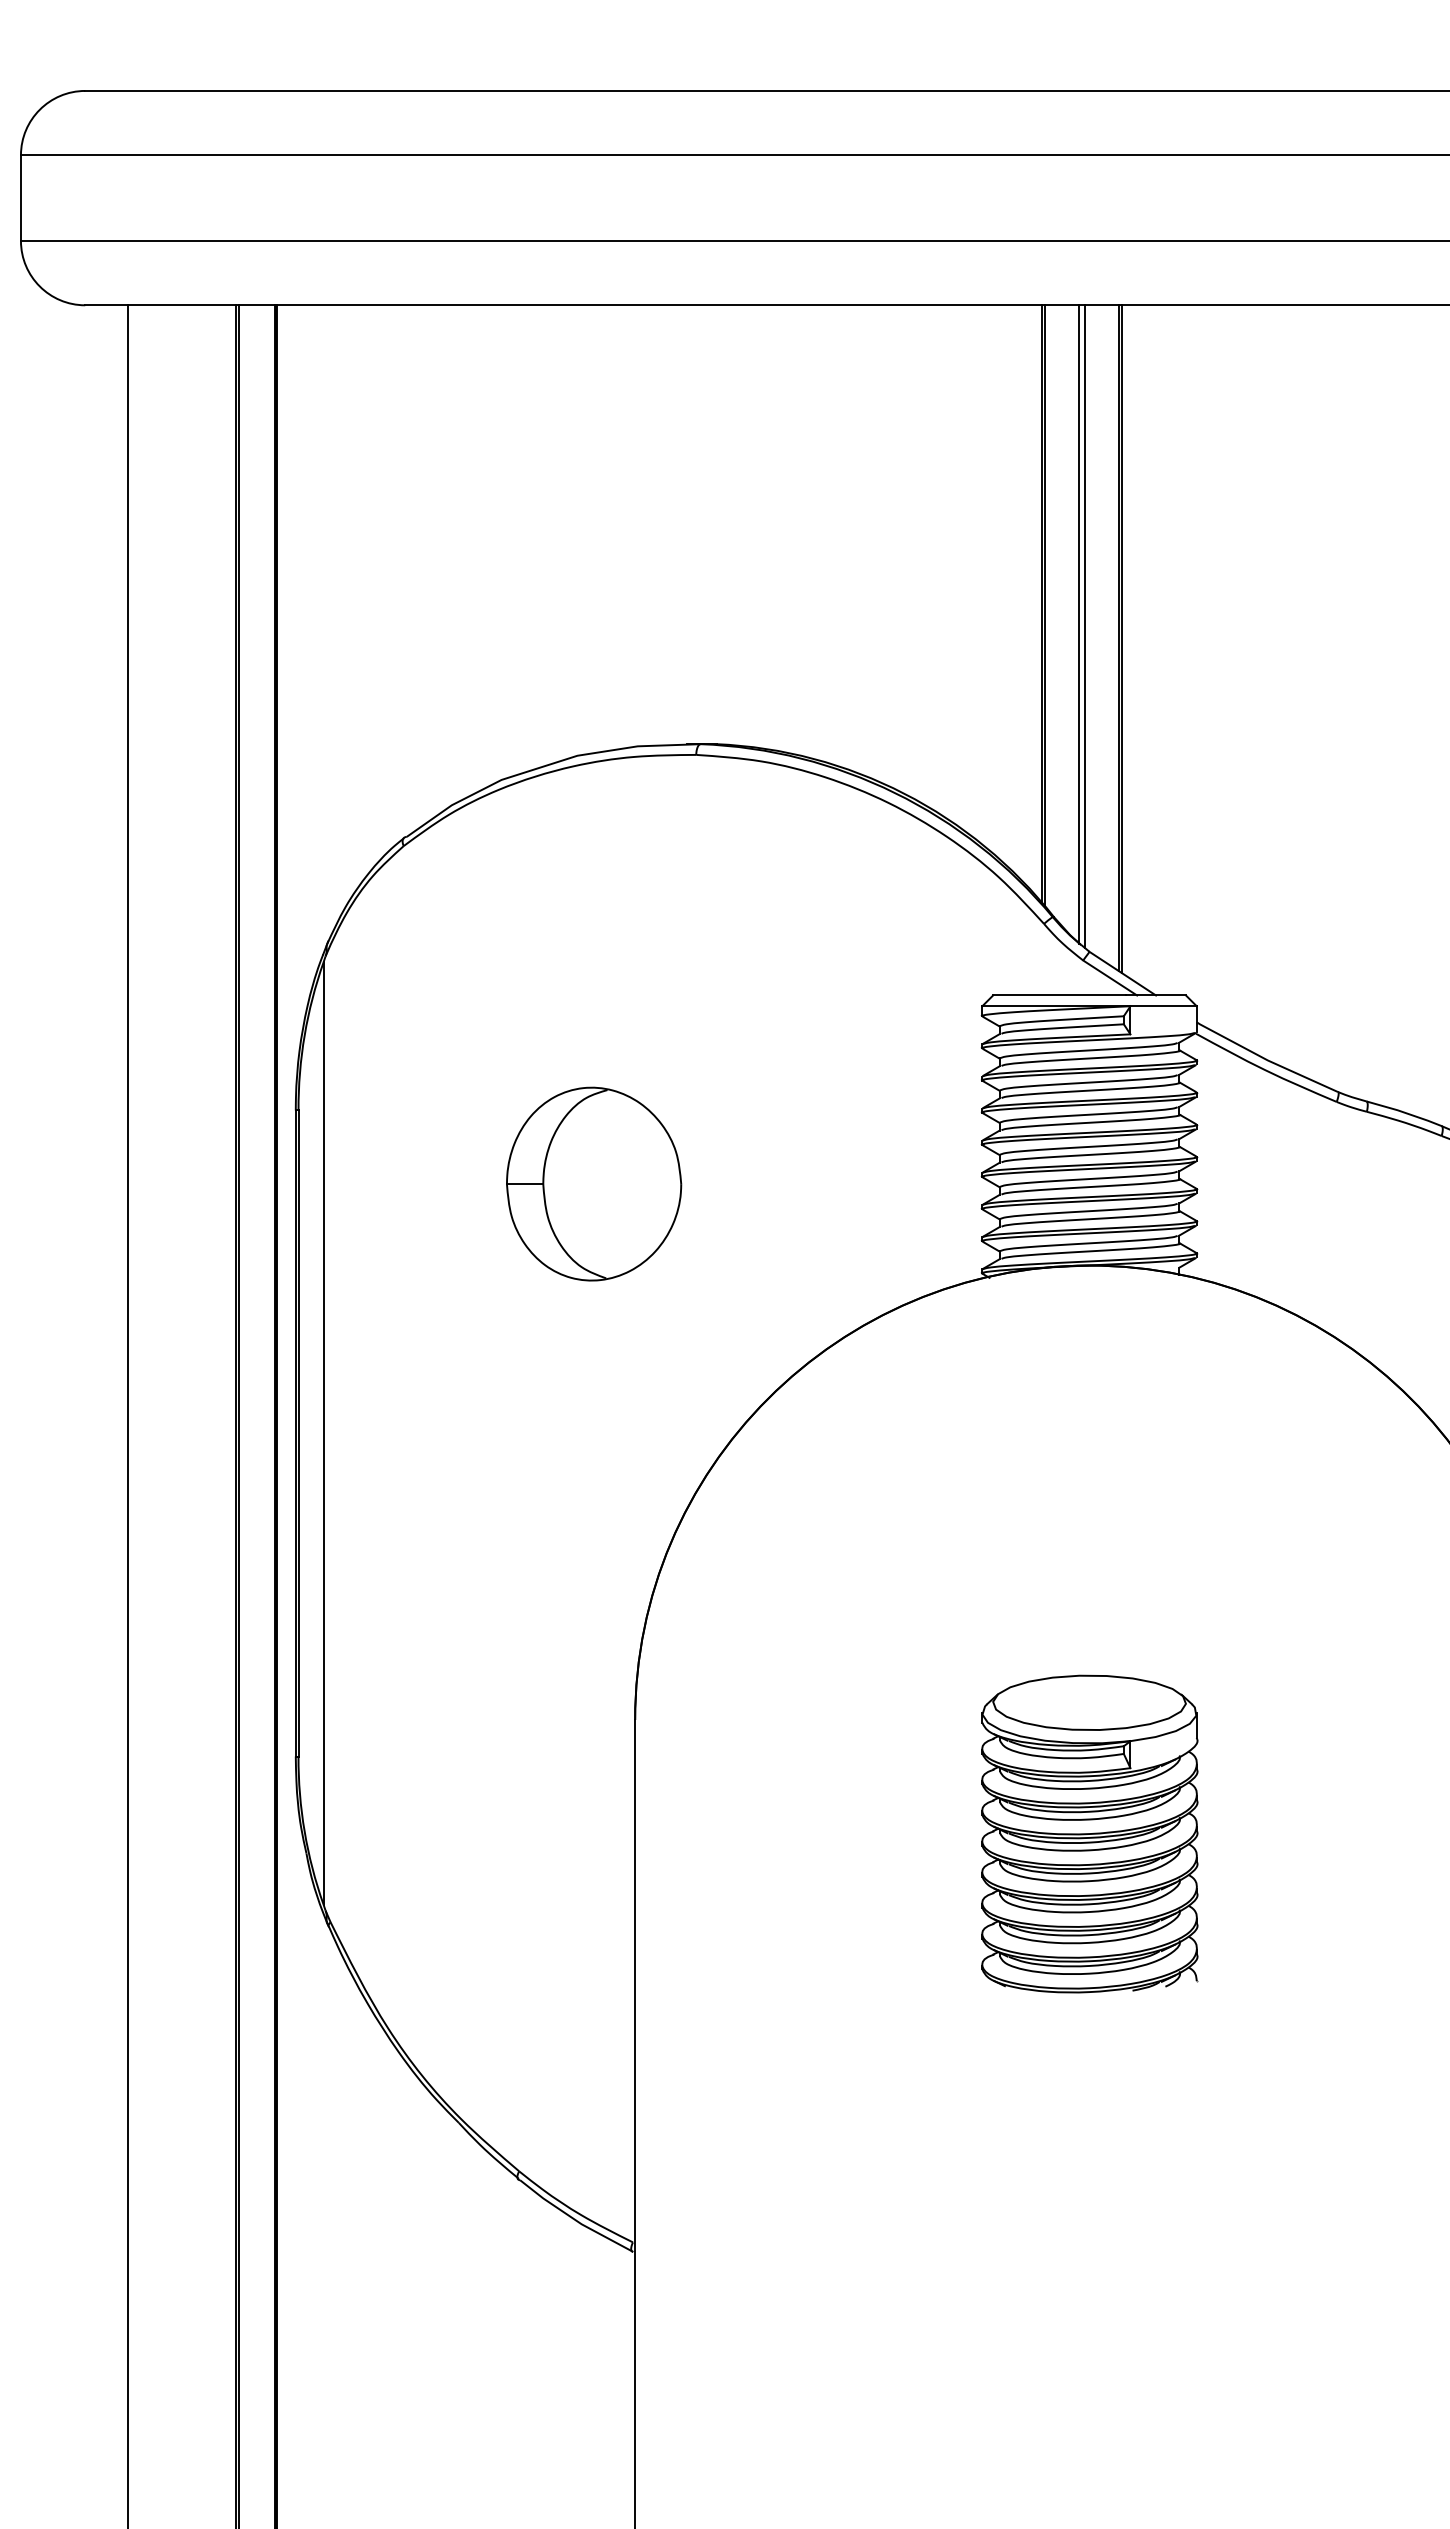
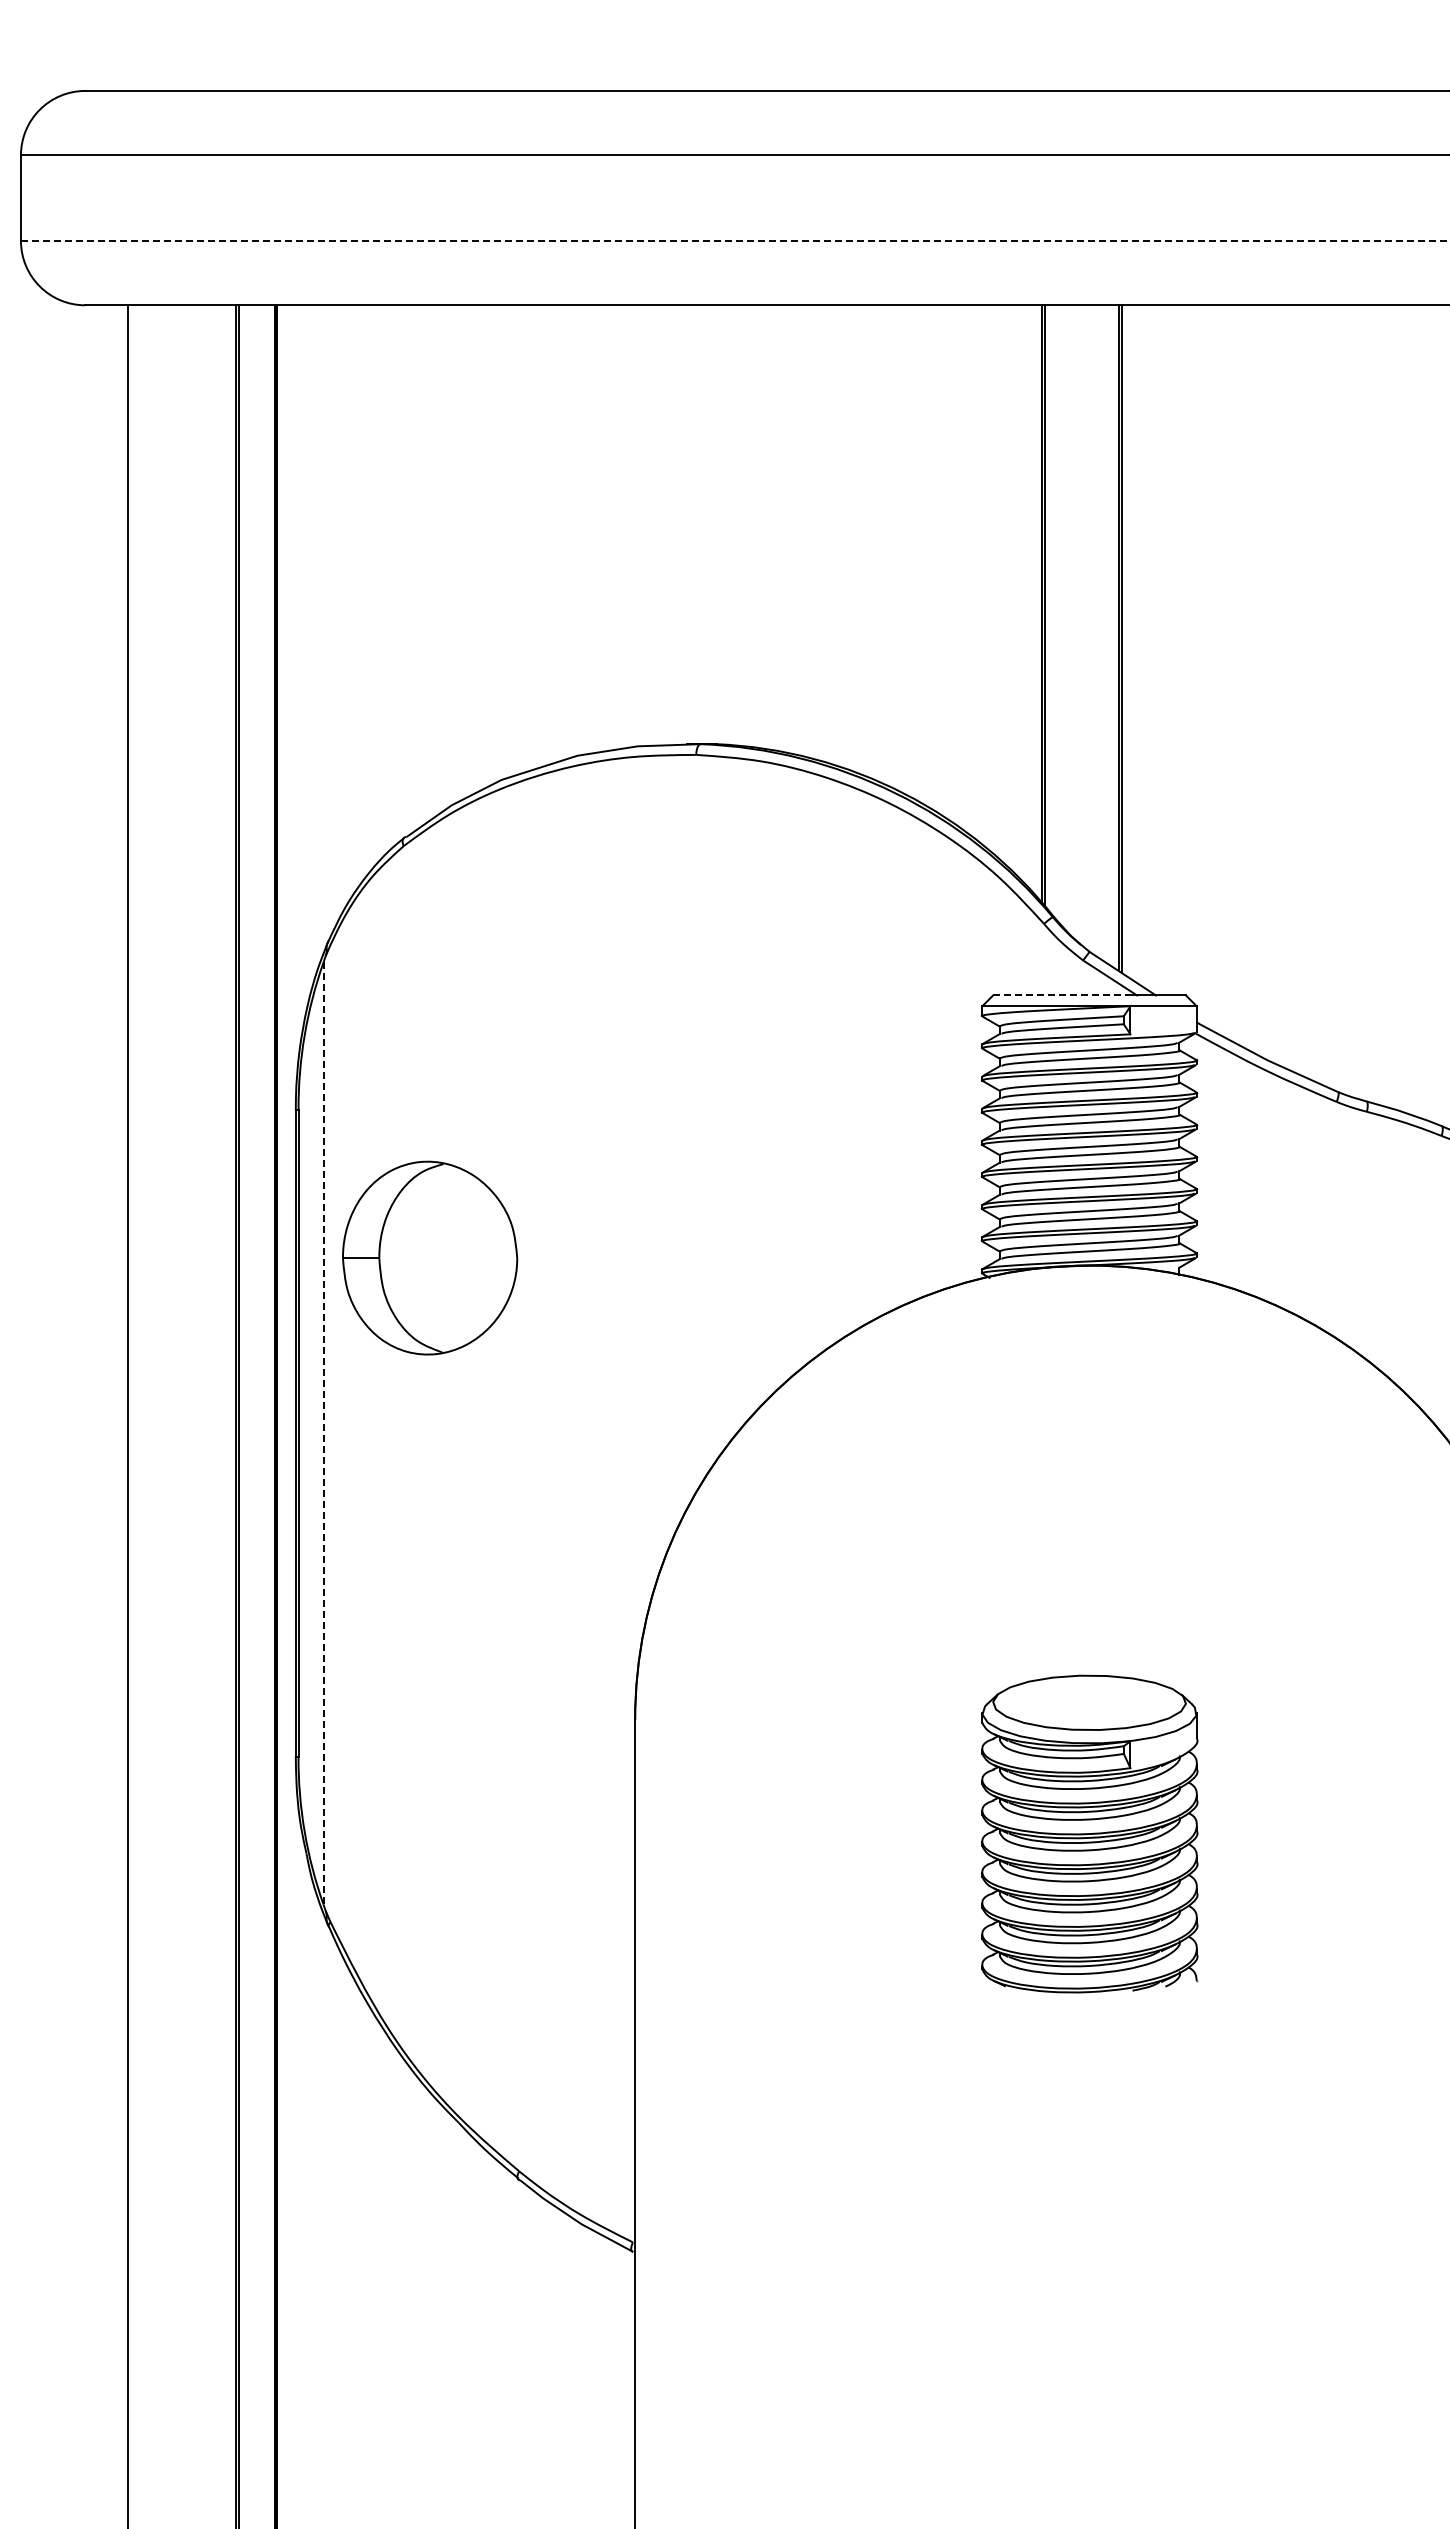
line at (735, 241): solid -> dashed
line at (1079, 624): present -> none
line at (1084, 626): present -> none
line at (1059, 995): solid -> dashed
part at (594, 1183) position: (594, 1183) -> (430, 1257)
line at (323, 1434): solid -> dashed
